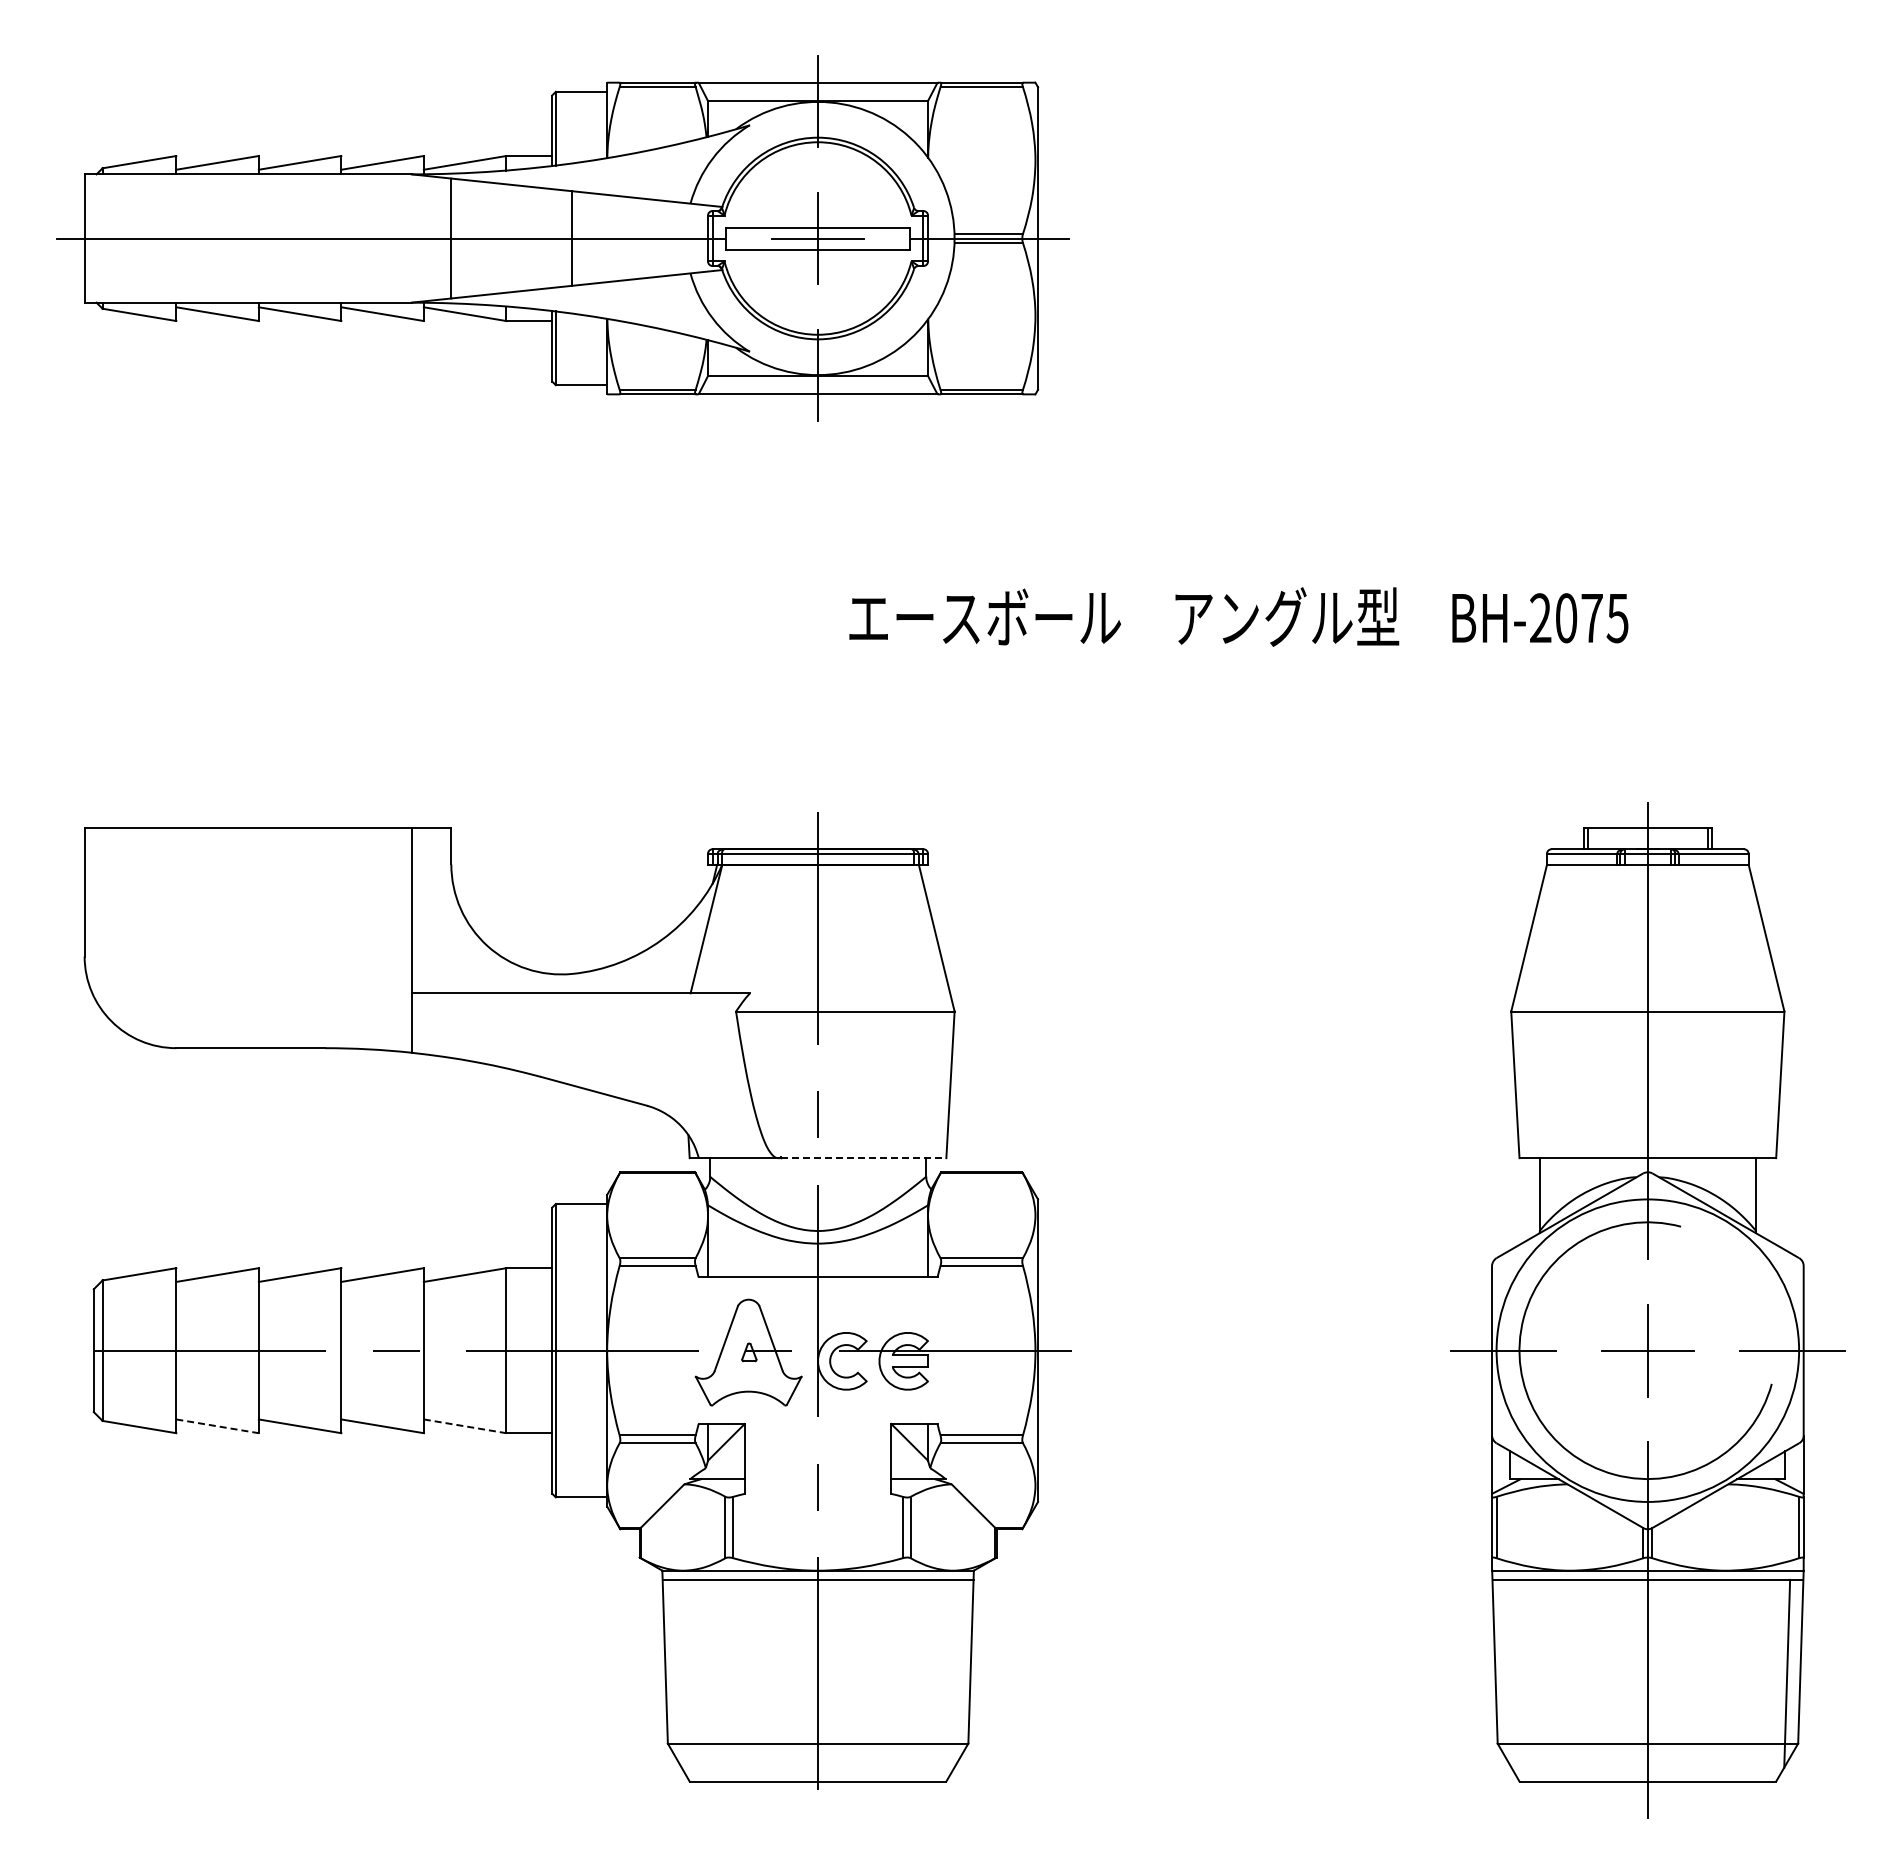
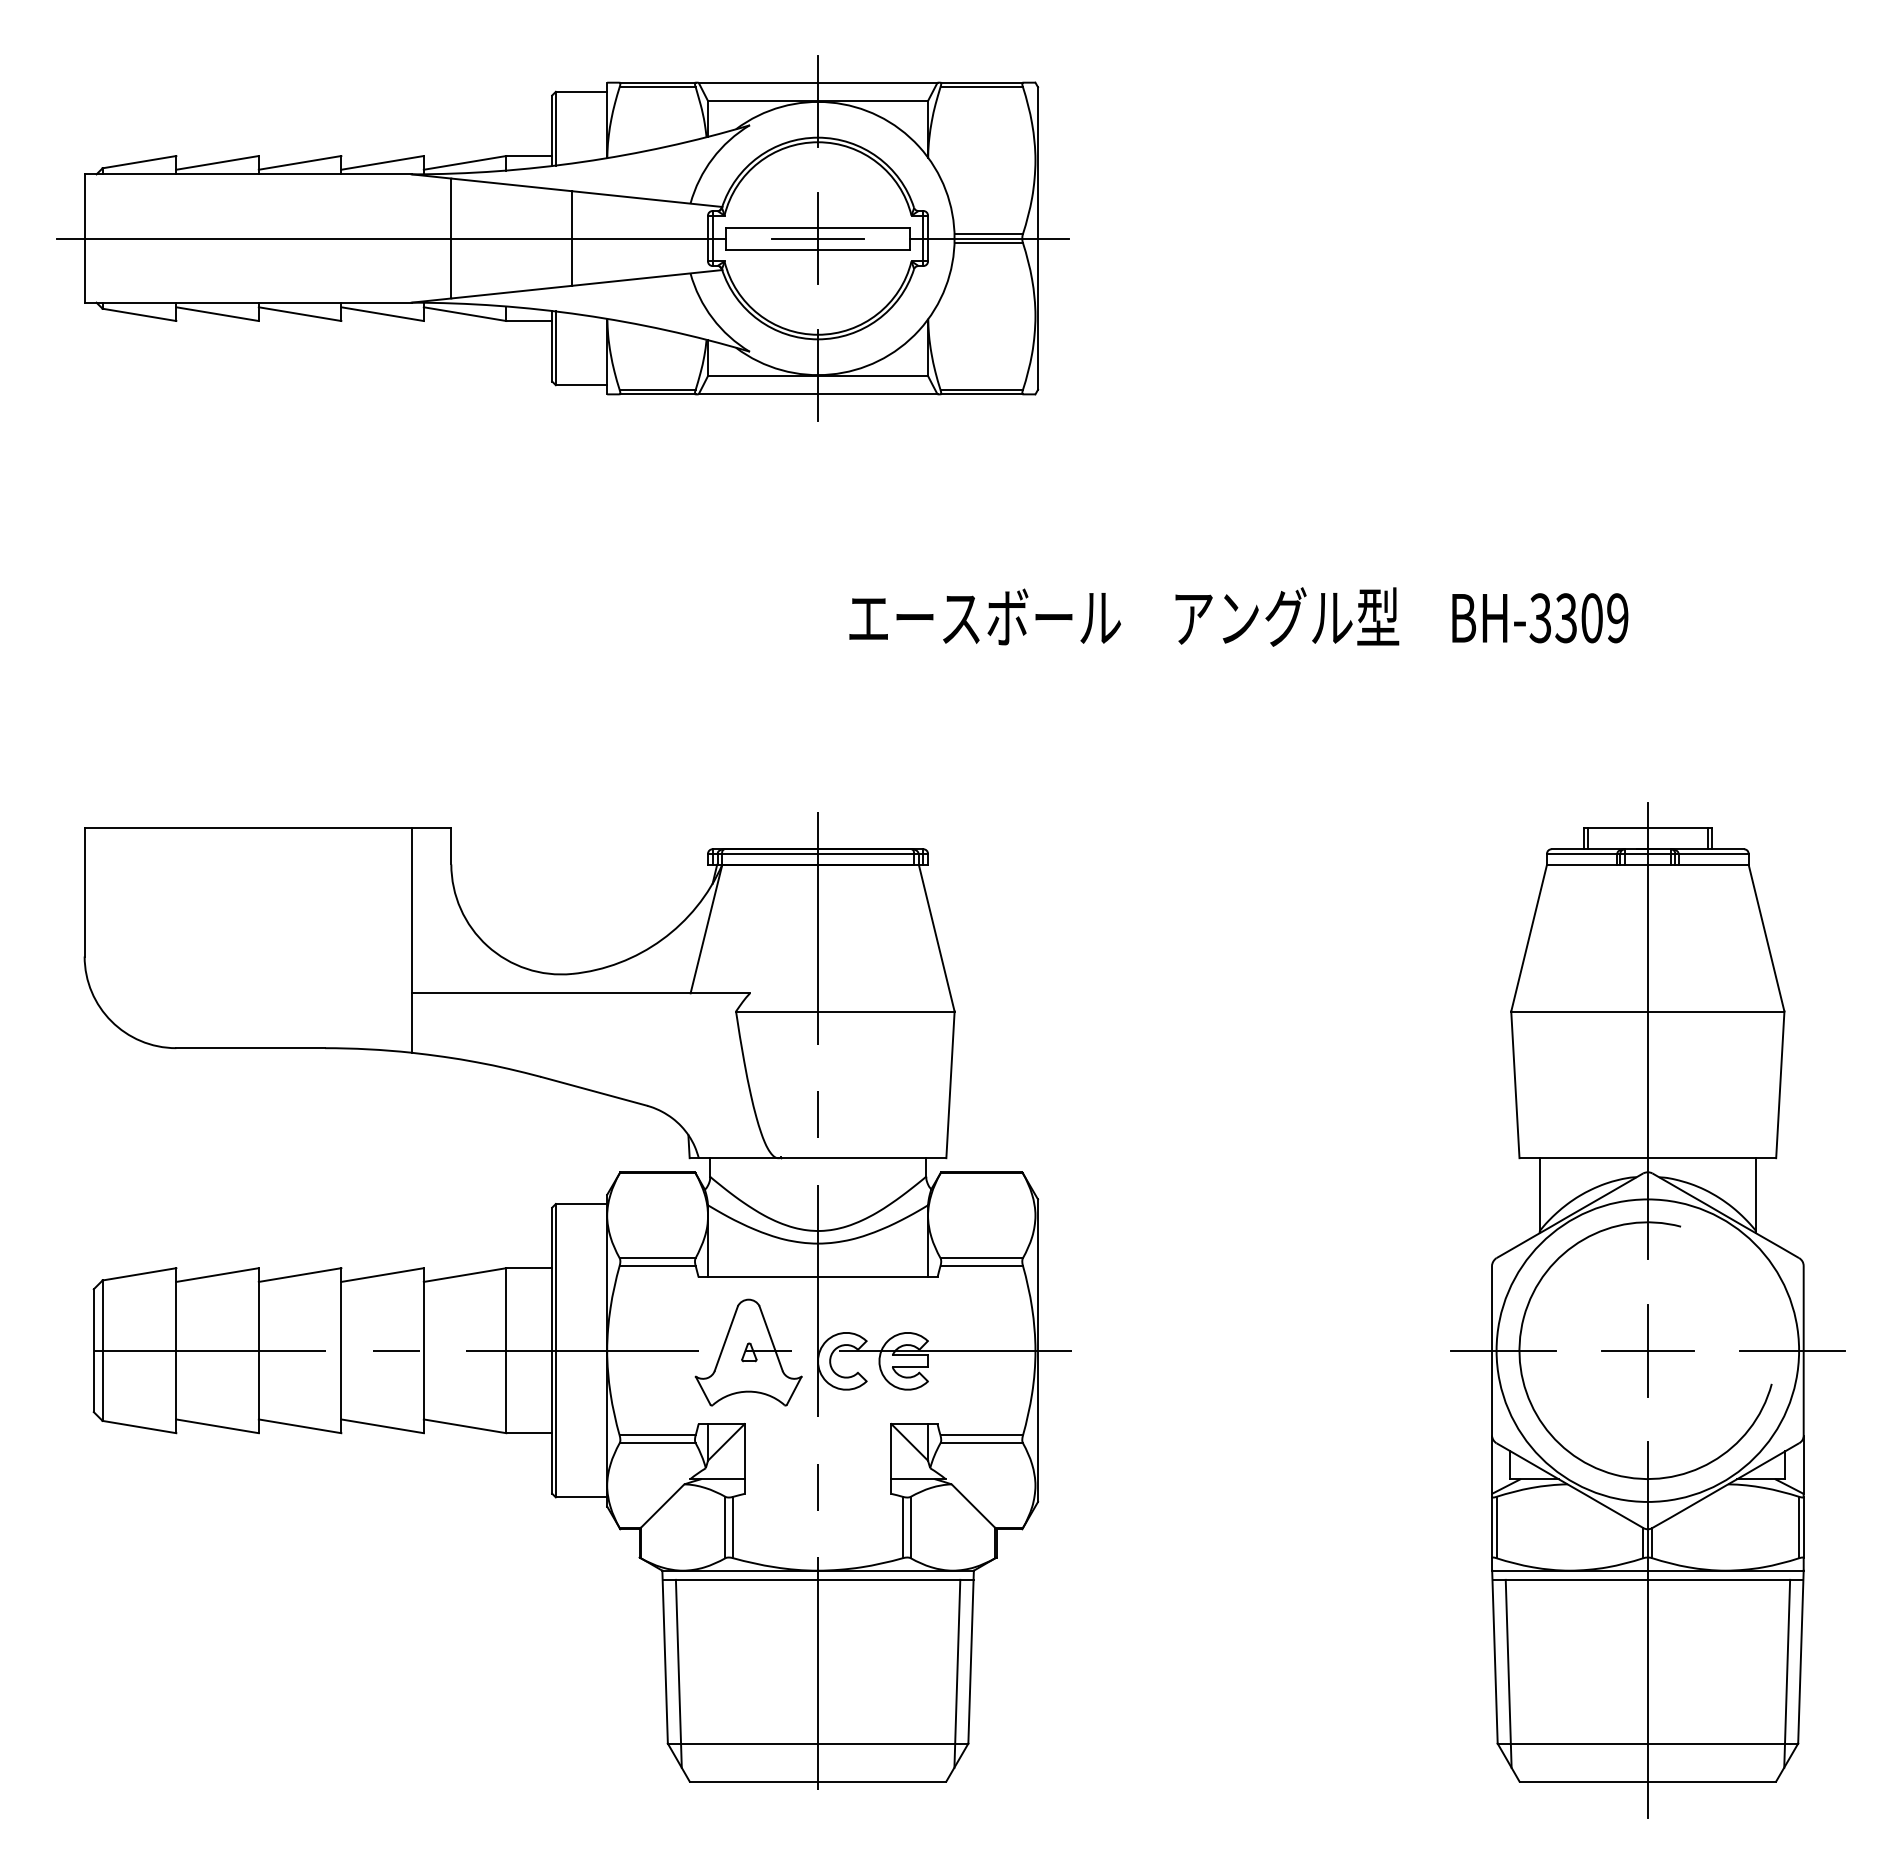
text at (1578, 618): BH-2075 -> BH-3309
line at (863, 1158): dashed -> solid
line at (217, 1426): dashed -> solid
line at (465, 1426): dashed -> solid
line at (678, 1673): none -> present
line at (957, 1673): none -> present
line at (1508, 1673): none -> present
